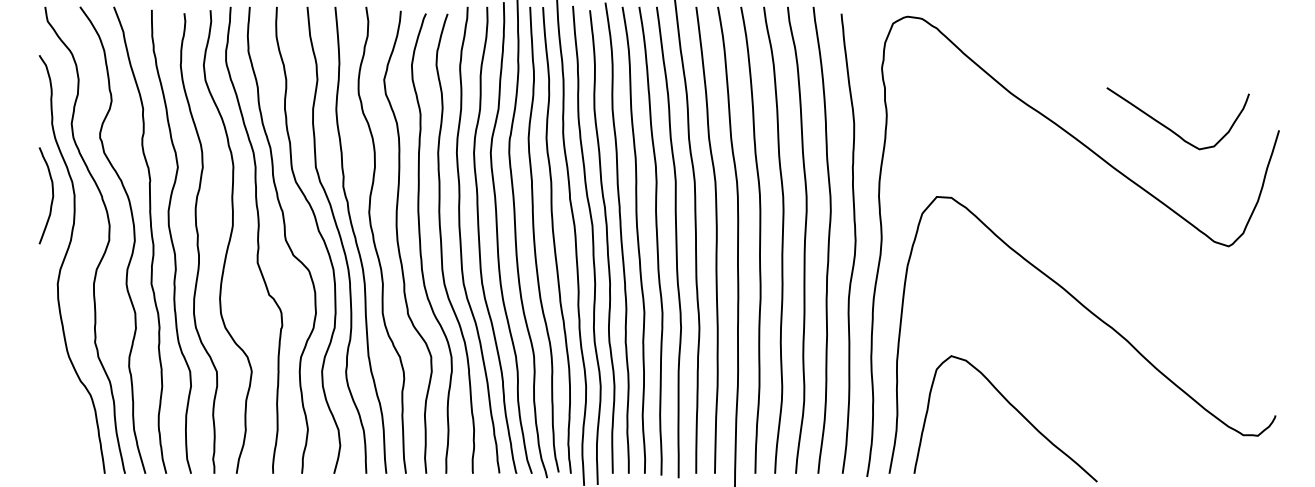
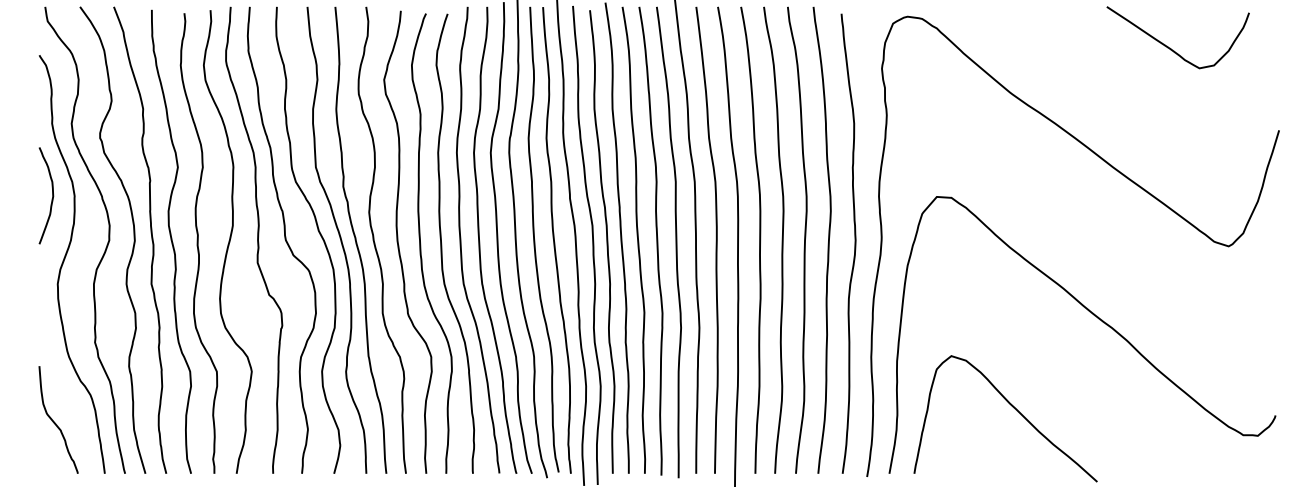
curve at (1170, 128) position: (1170, 128) -> (1170, 47)
curve at (55, 422): none -> present
